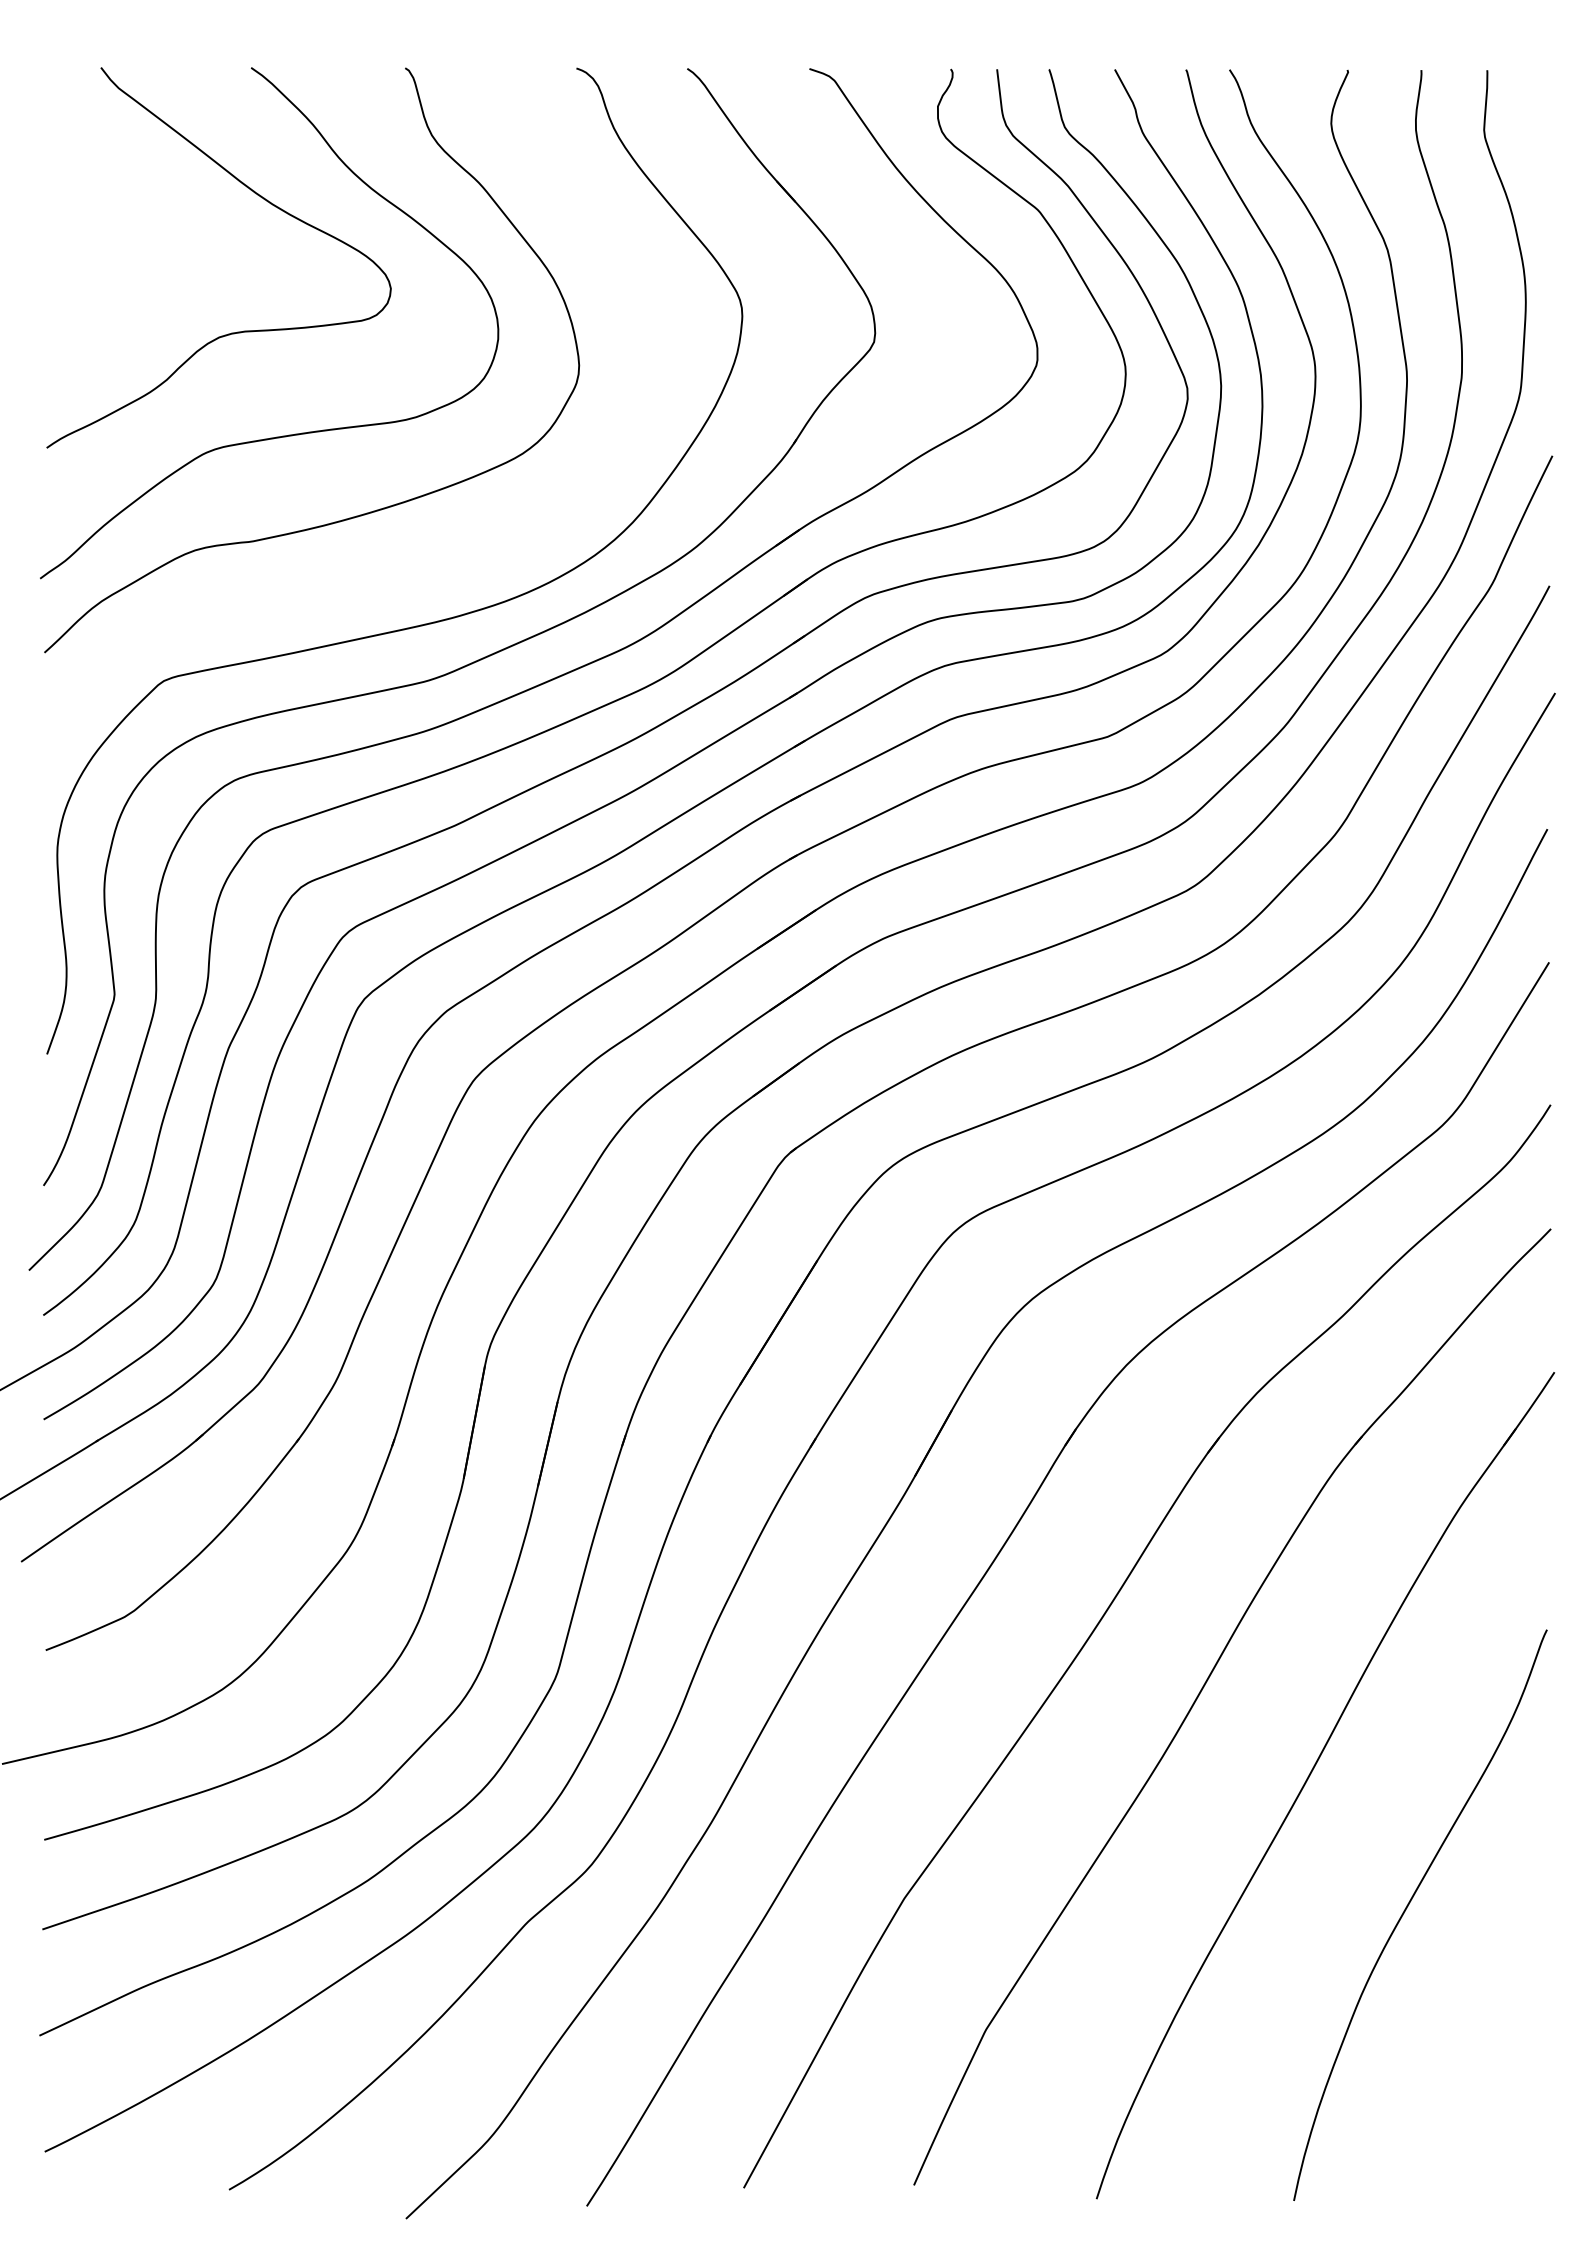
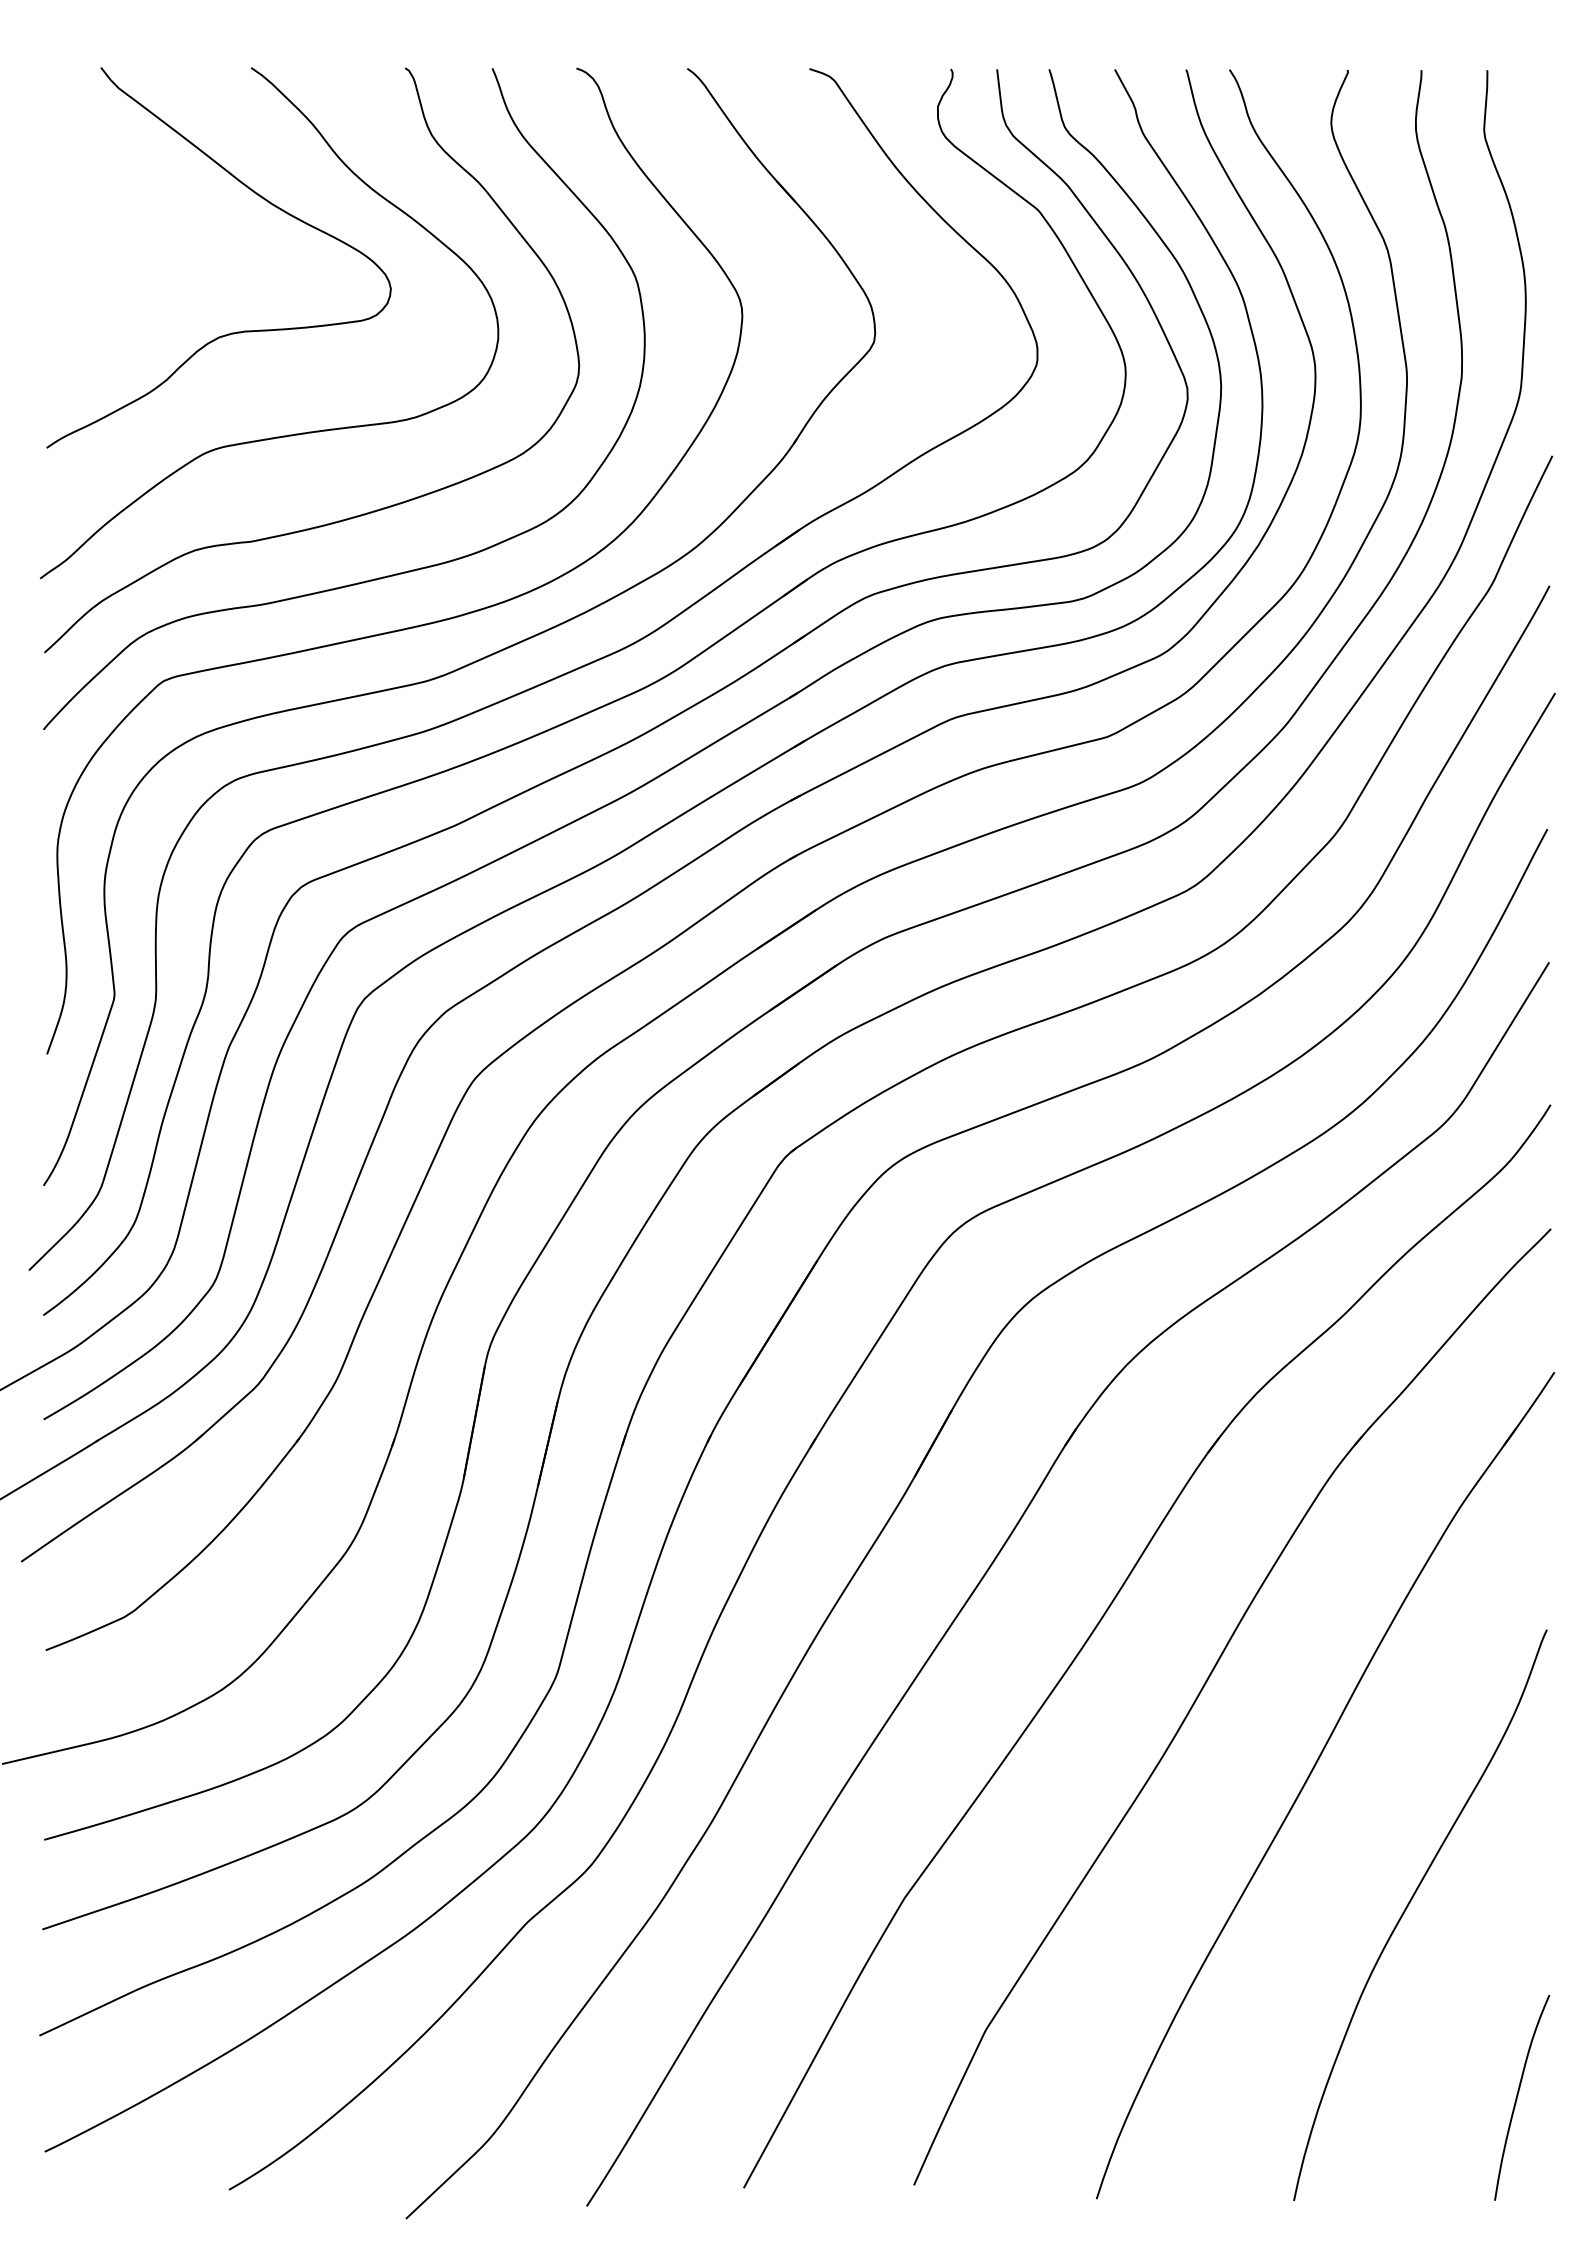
curve at (382, 576): none -> present
curve at (1518, 2095): none -> present
